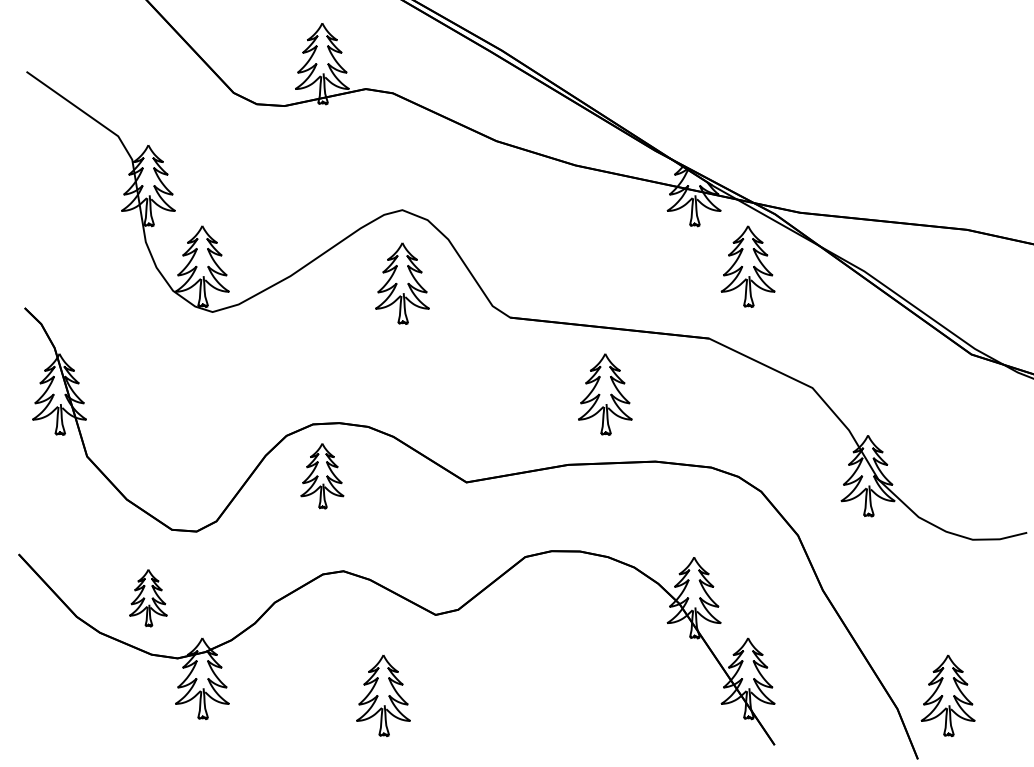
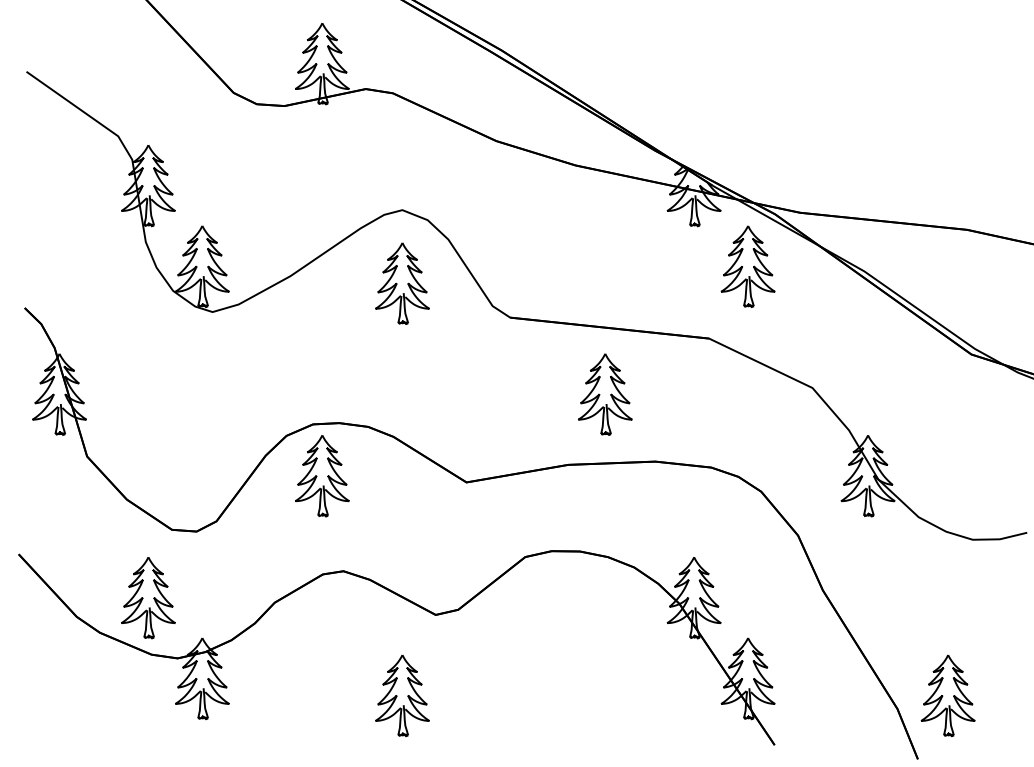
part at (322, 476) size: 45x67 px -> 55x83 px
part at (148, 598) size: 39x59 px -> 55x83 px
part at (383, 695) position: (383, 695) -> (402, 695)
